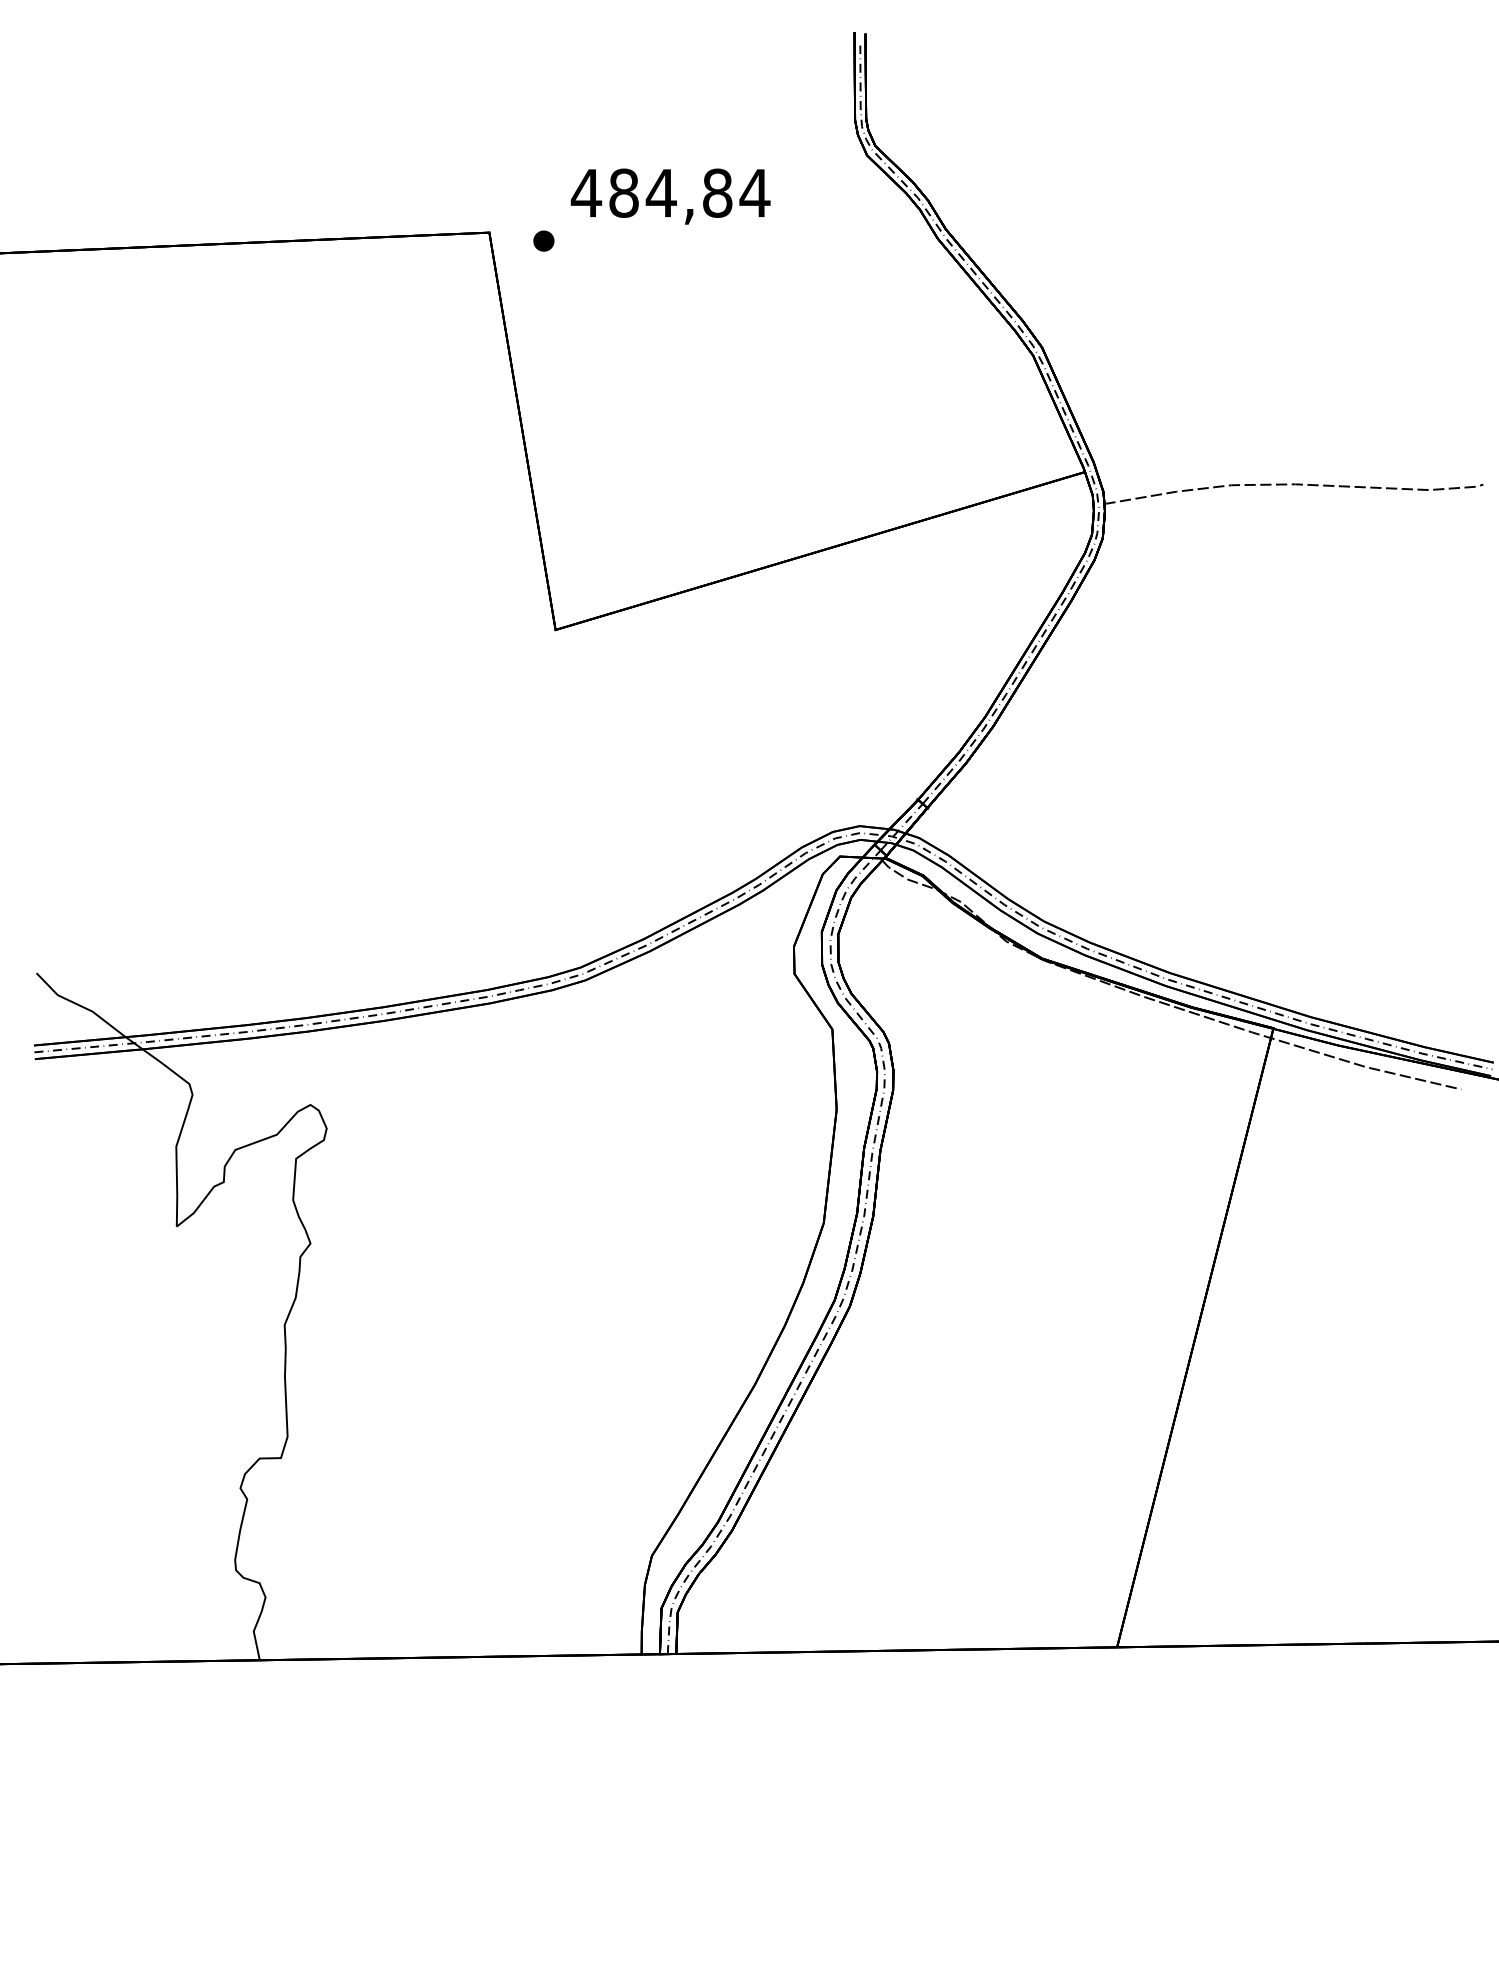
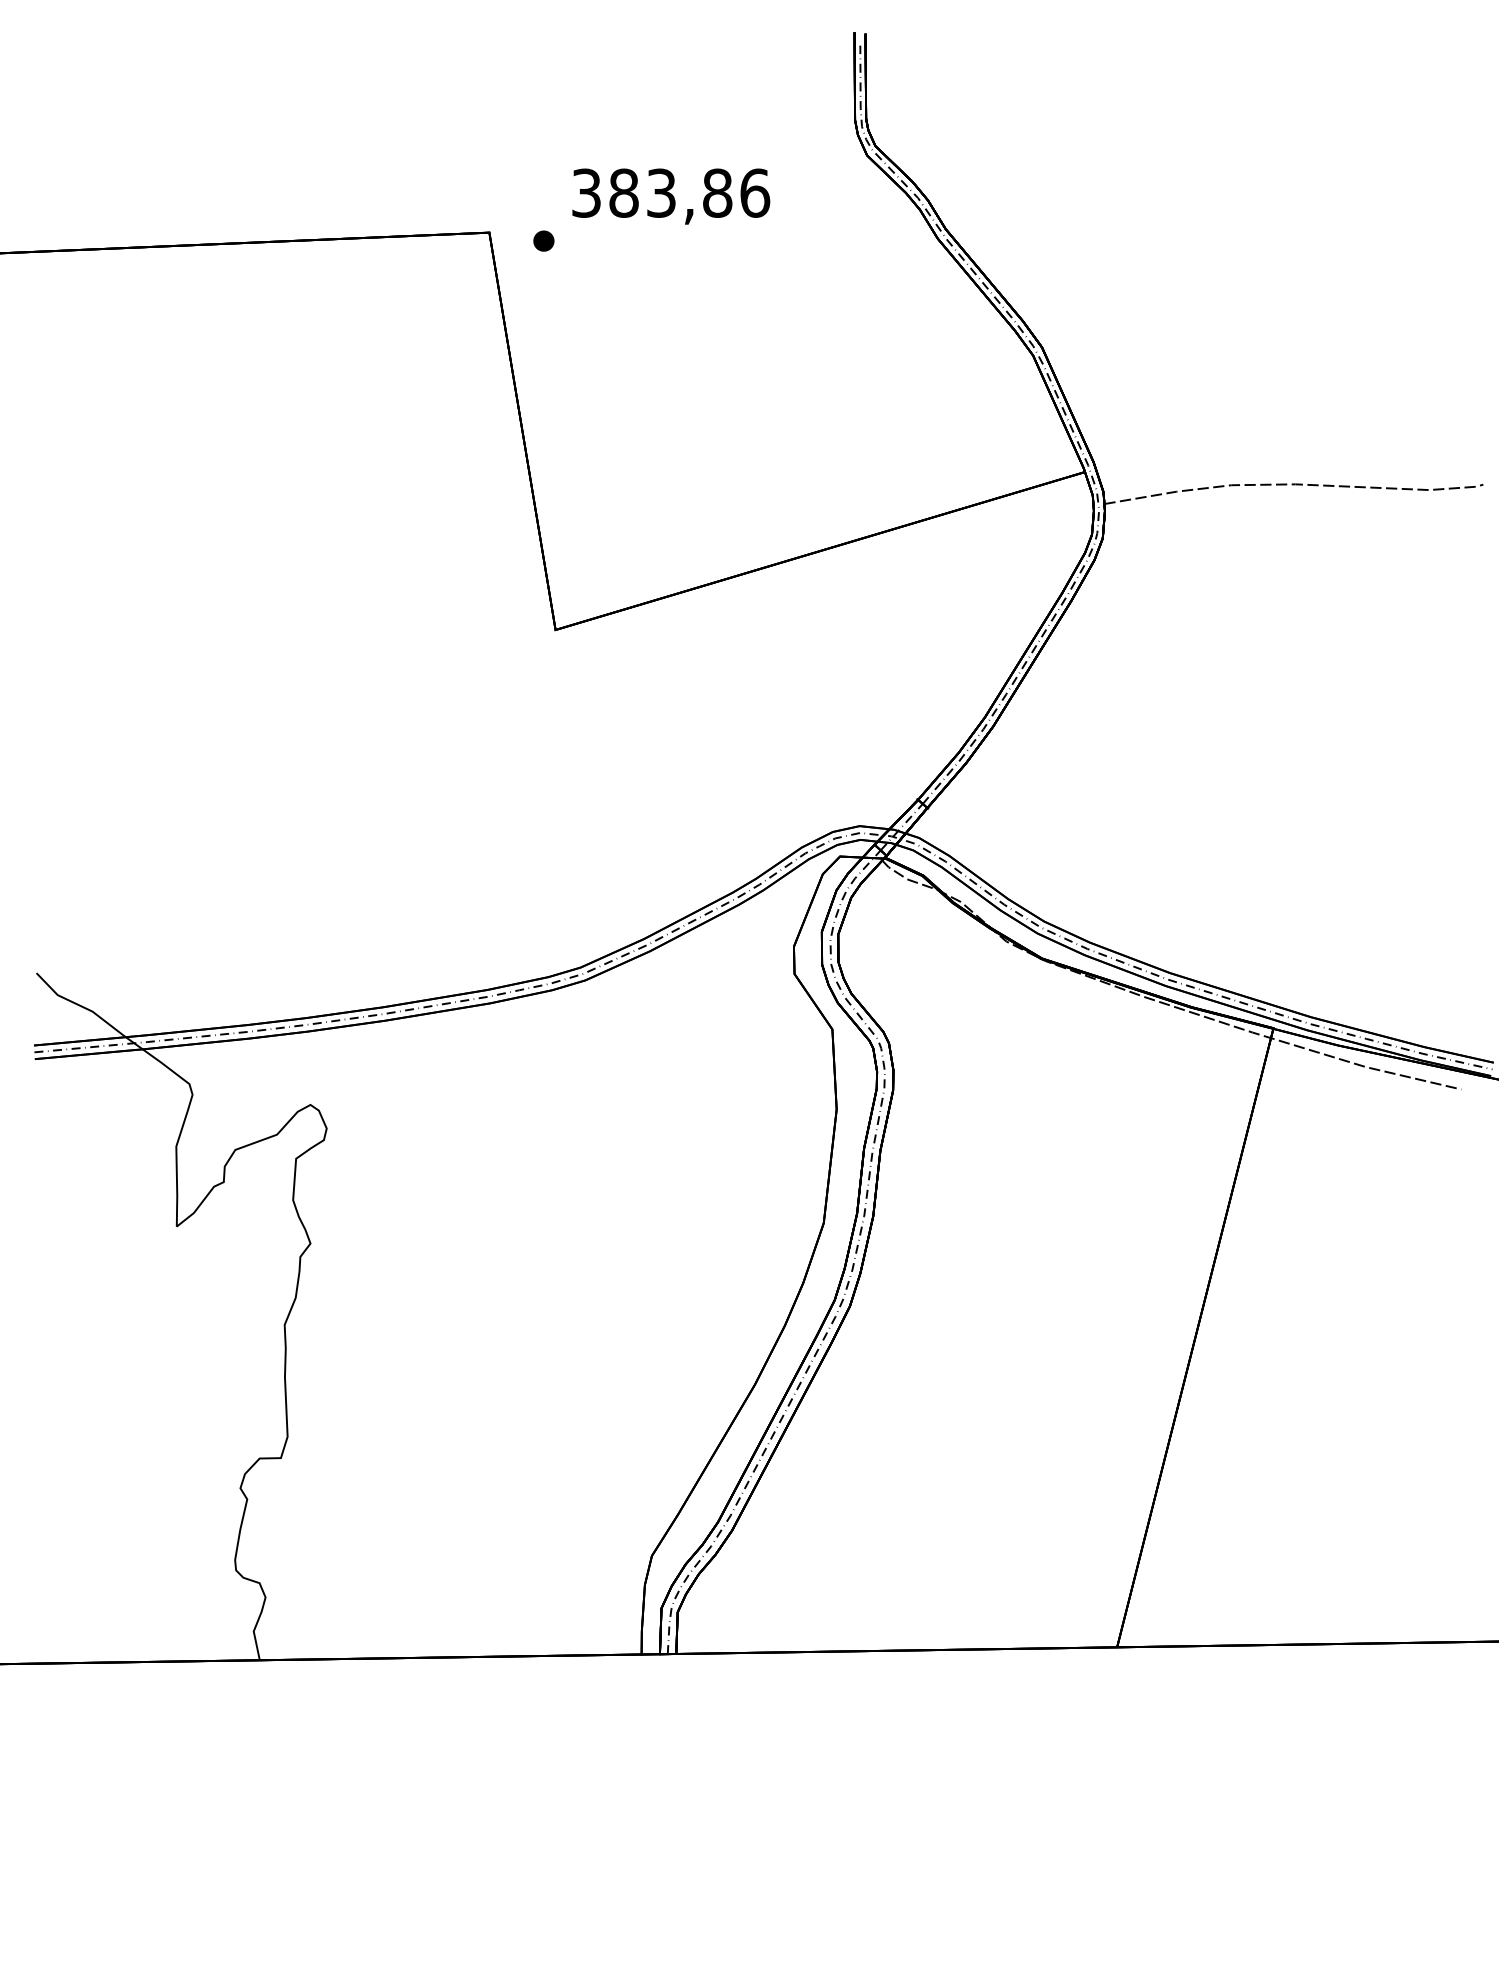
text at (670, 192): 484,84 -> 383,86
